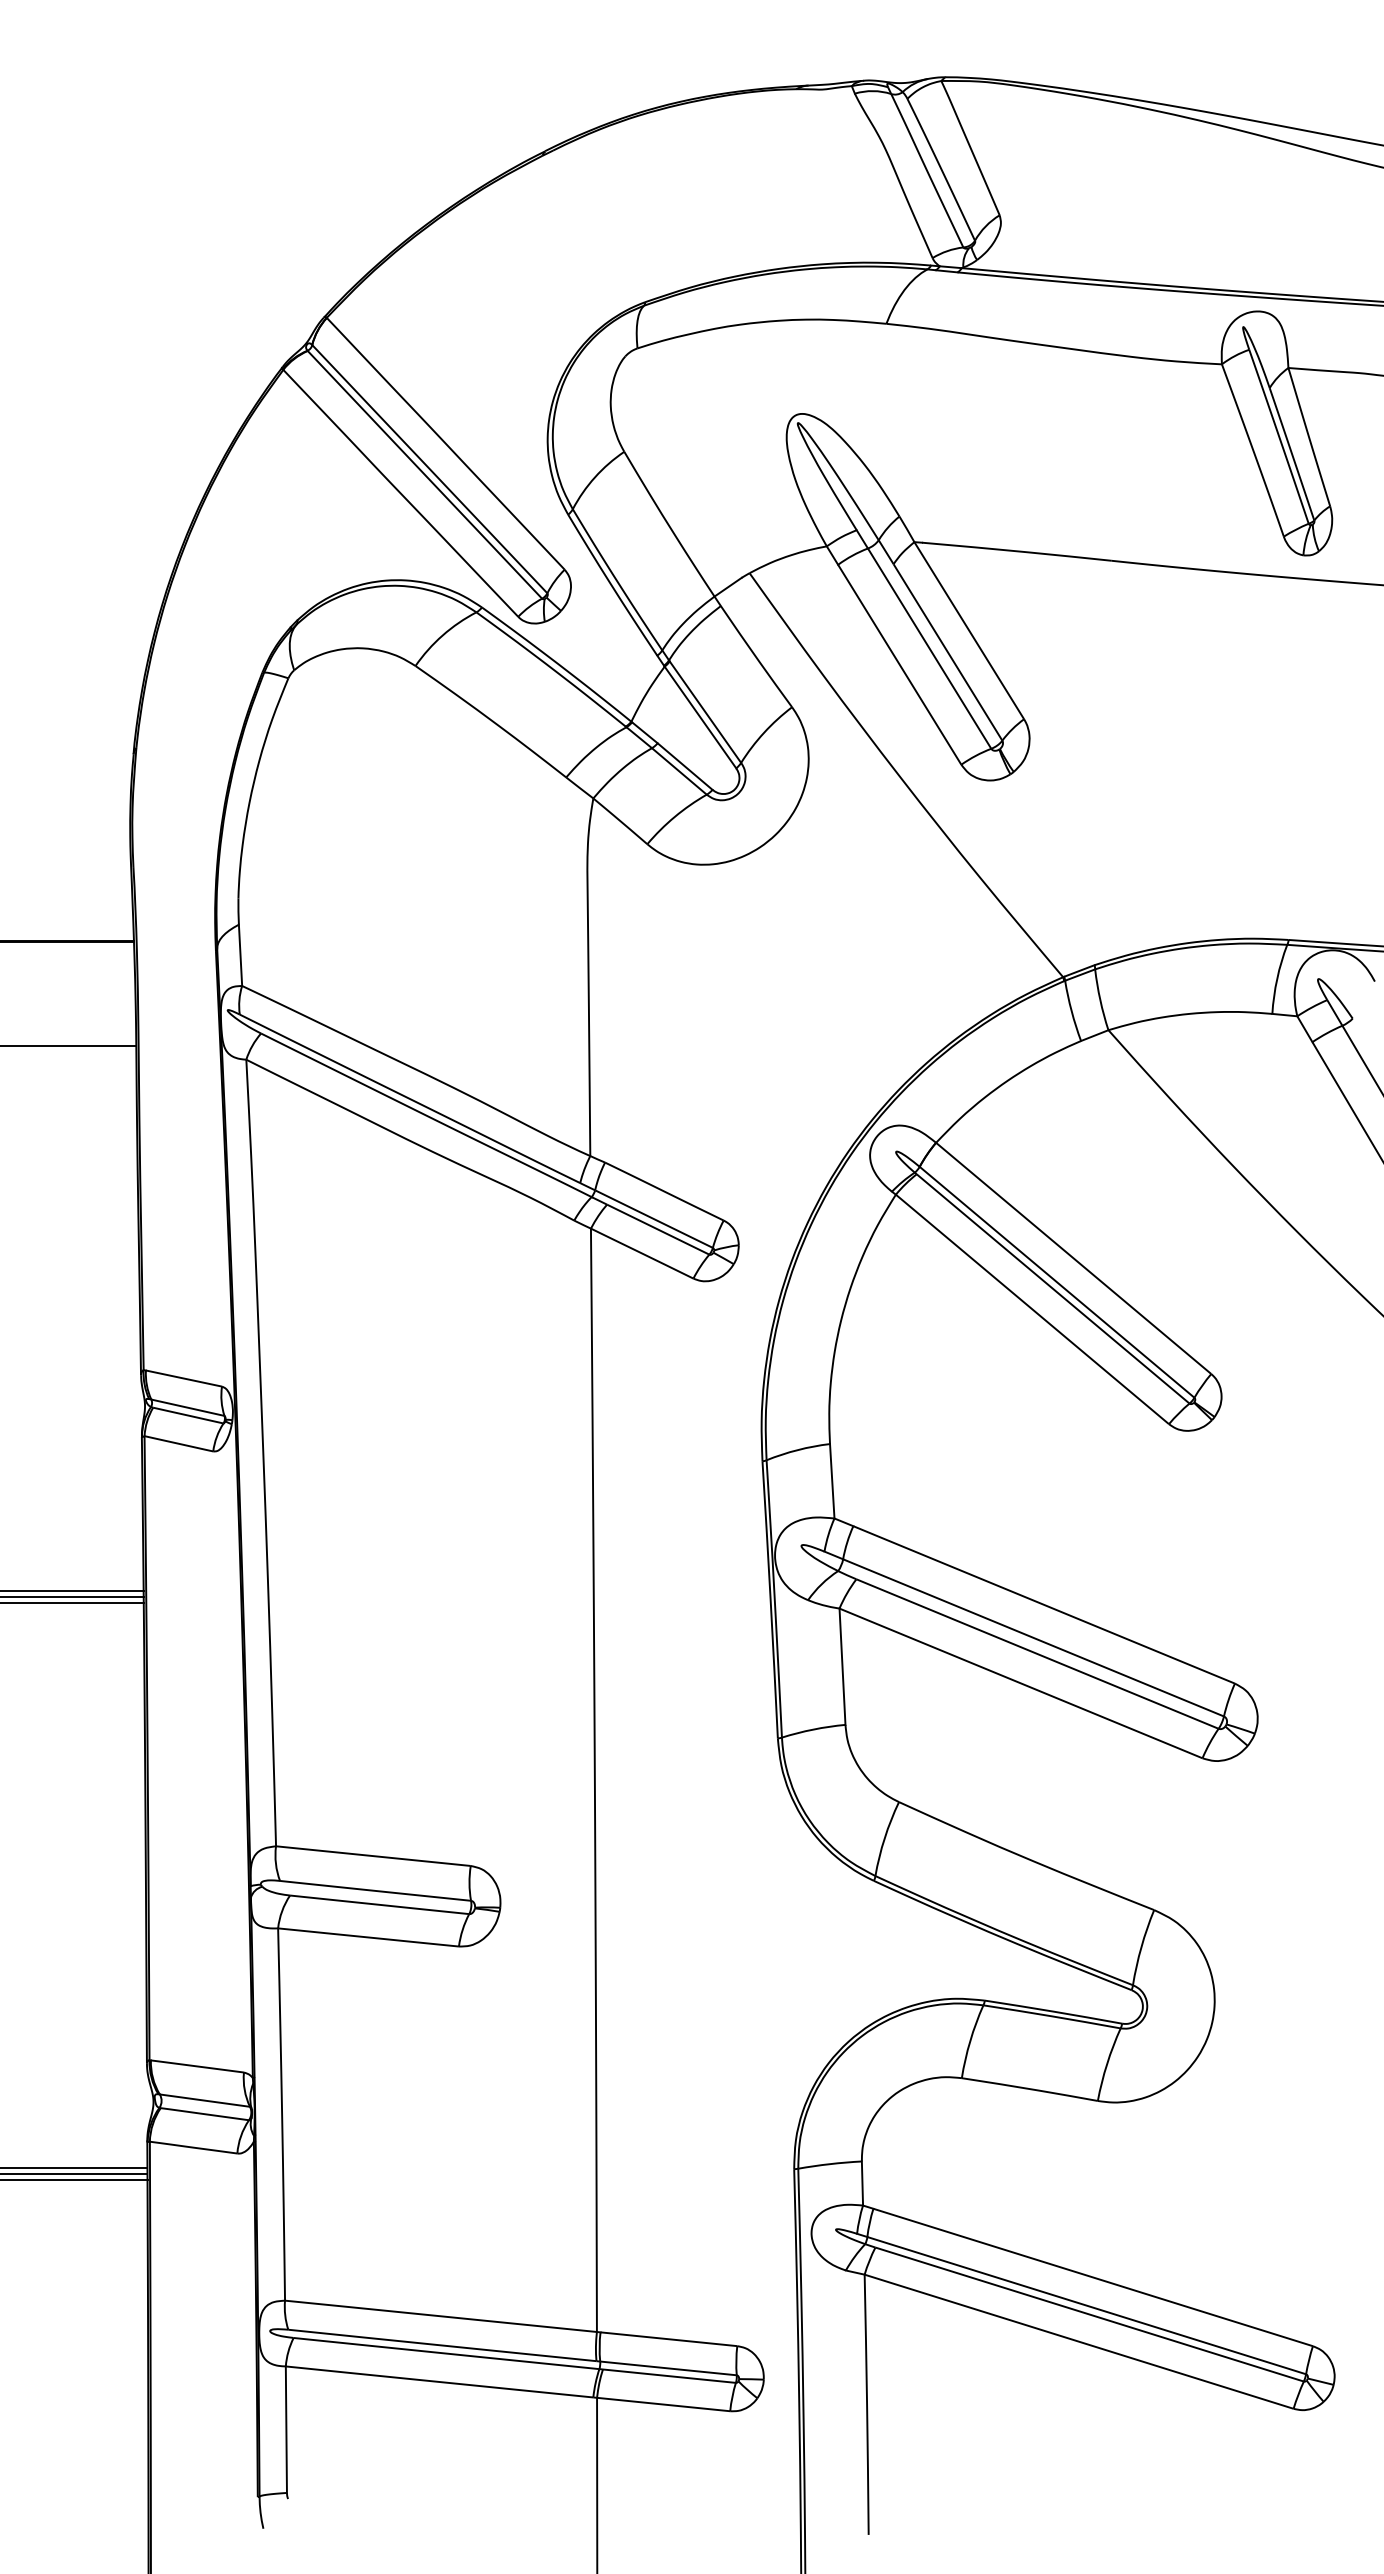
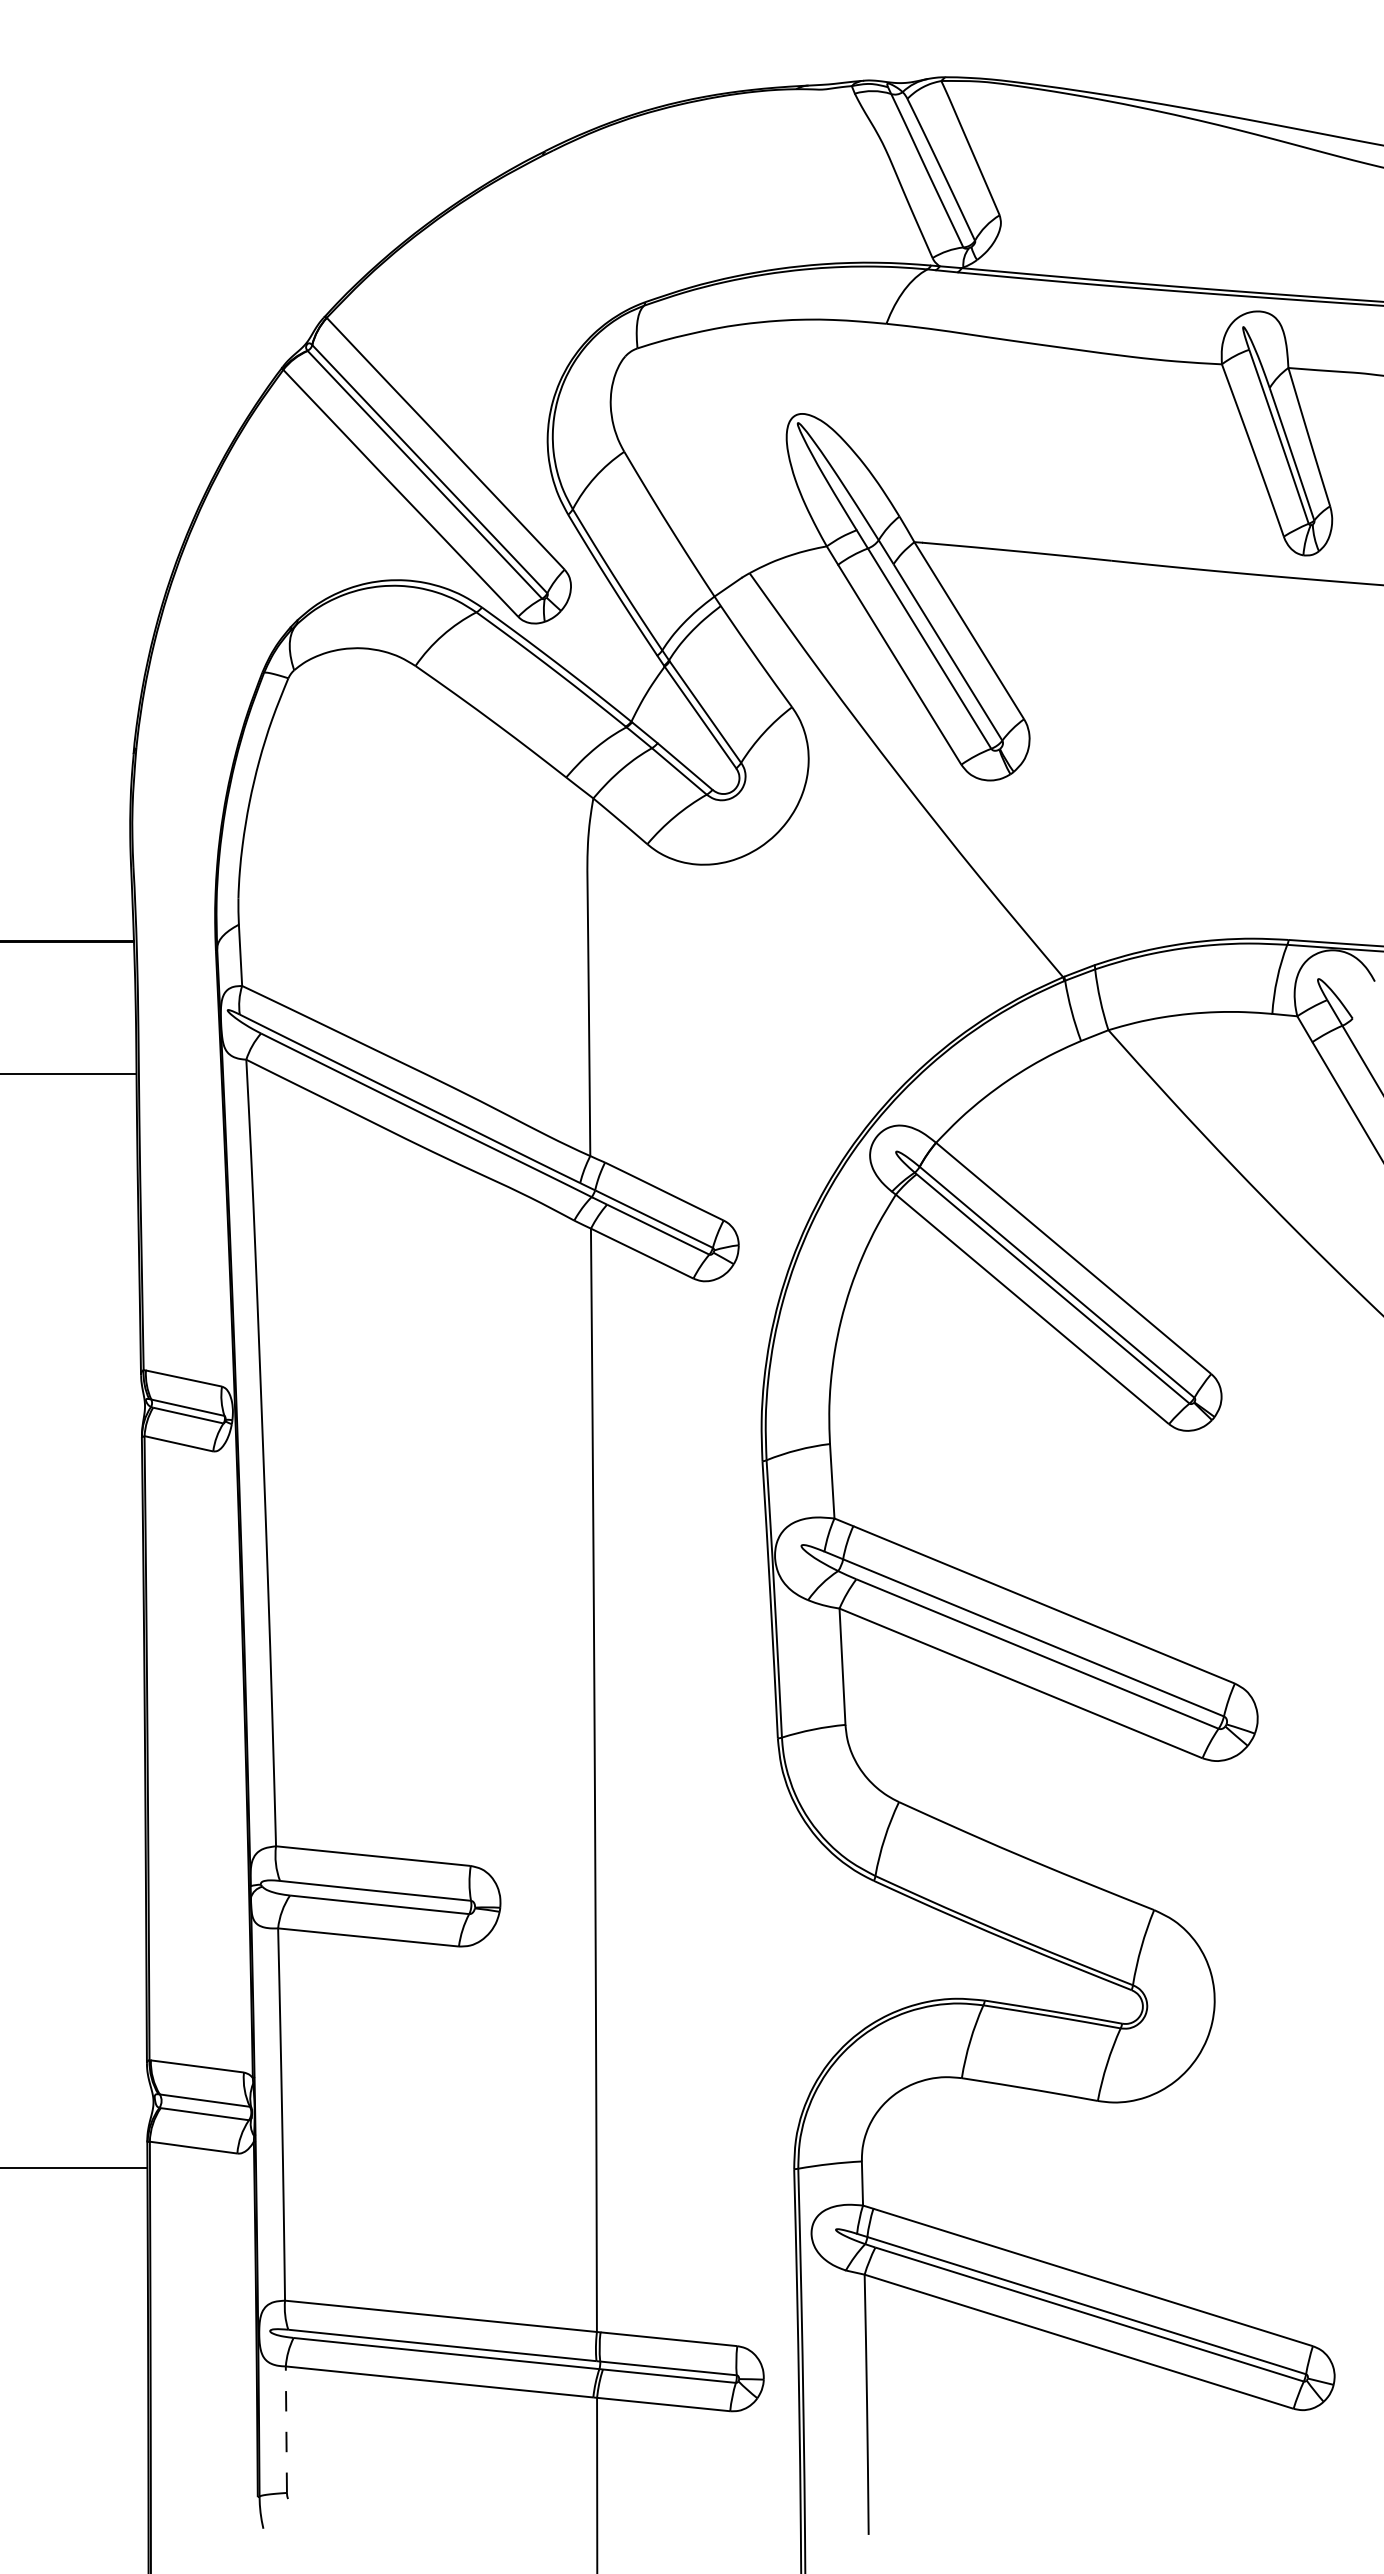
line at (69, 1045) position: (69, 1045) -> (69, 1073)
line at (72, 1590): present -> none
line at (72, 1596): present -> none
line at (72, 1602): present -> none
line at (74, 2173): present -> none
line at (74, 2179): present -> none
line at (286, 2429): solid -> dashed
